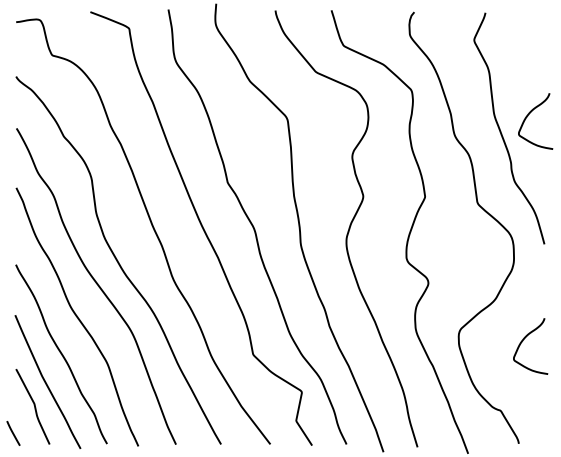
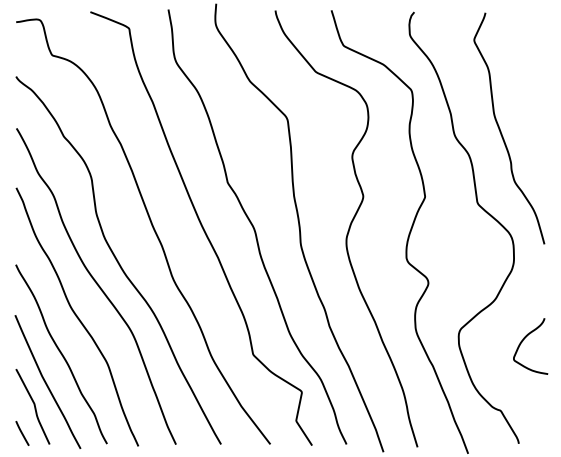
curve at (528, 116): present -> none
line at (13, 433) position: (13, 433) -> (22, 433)
